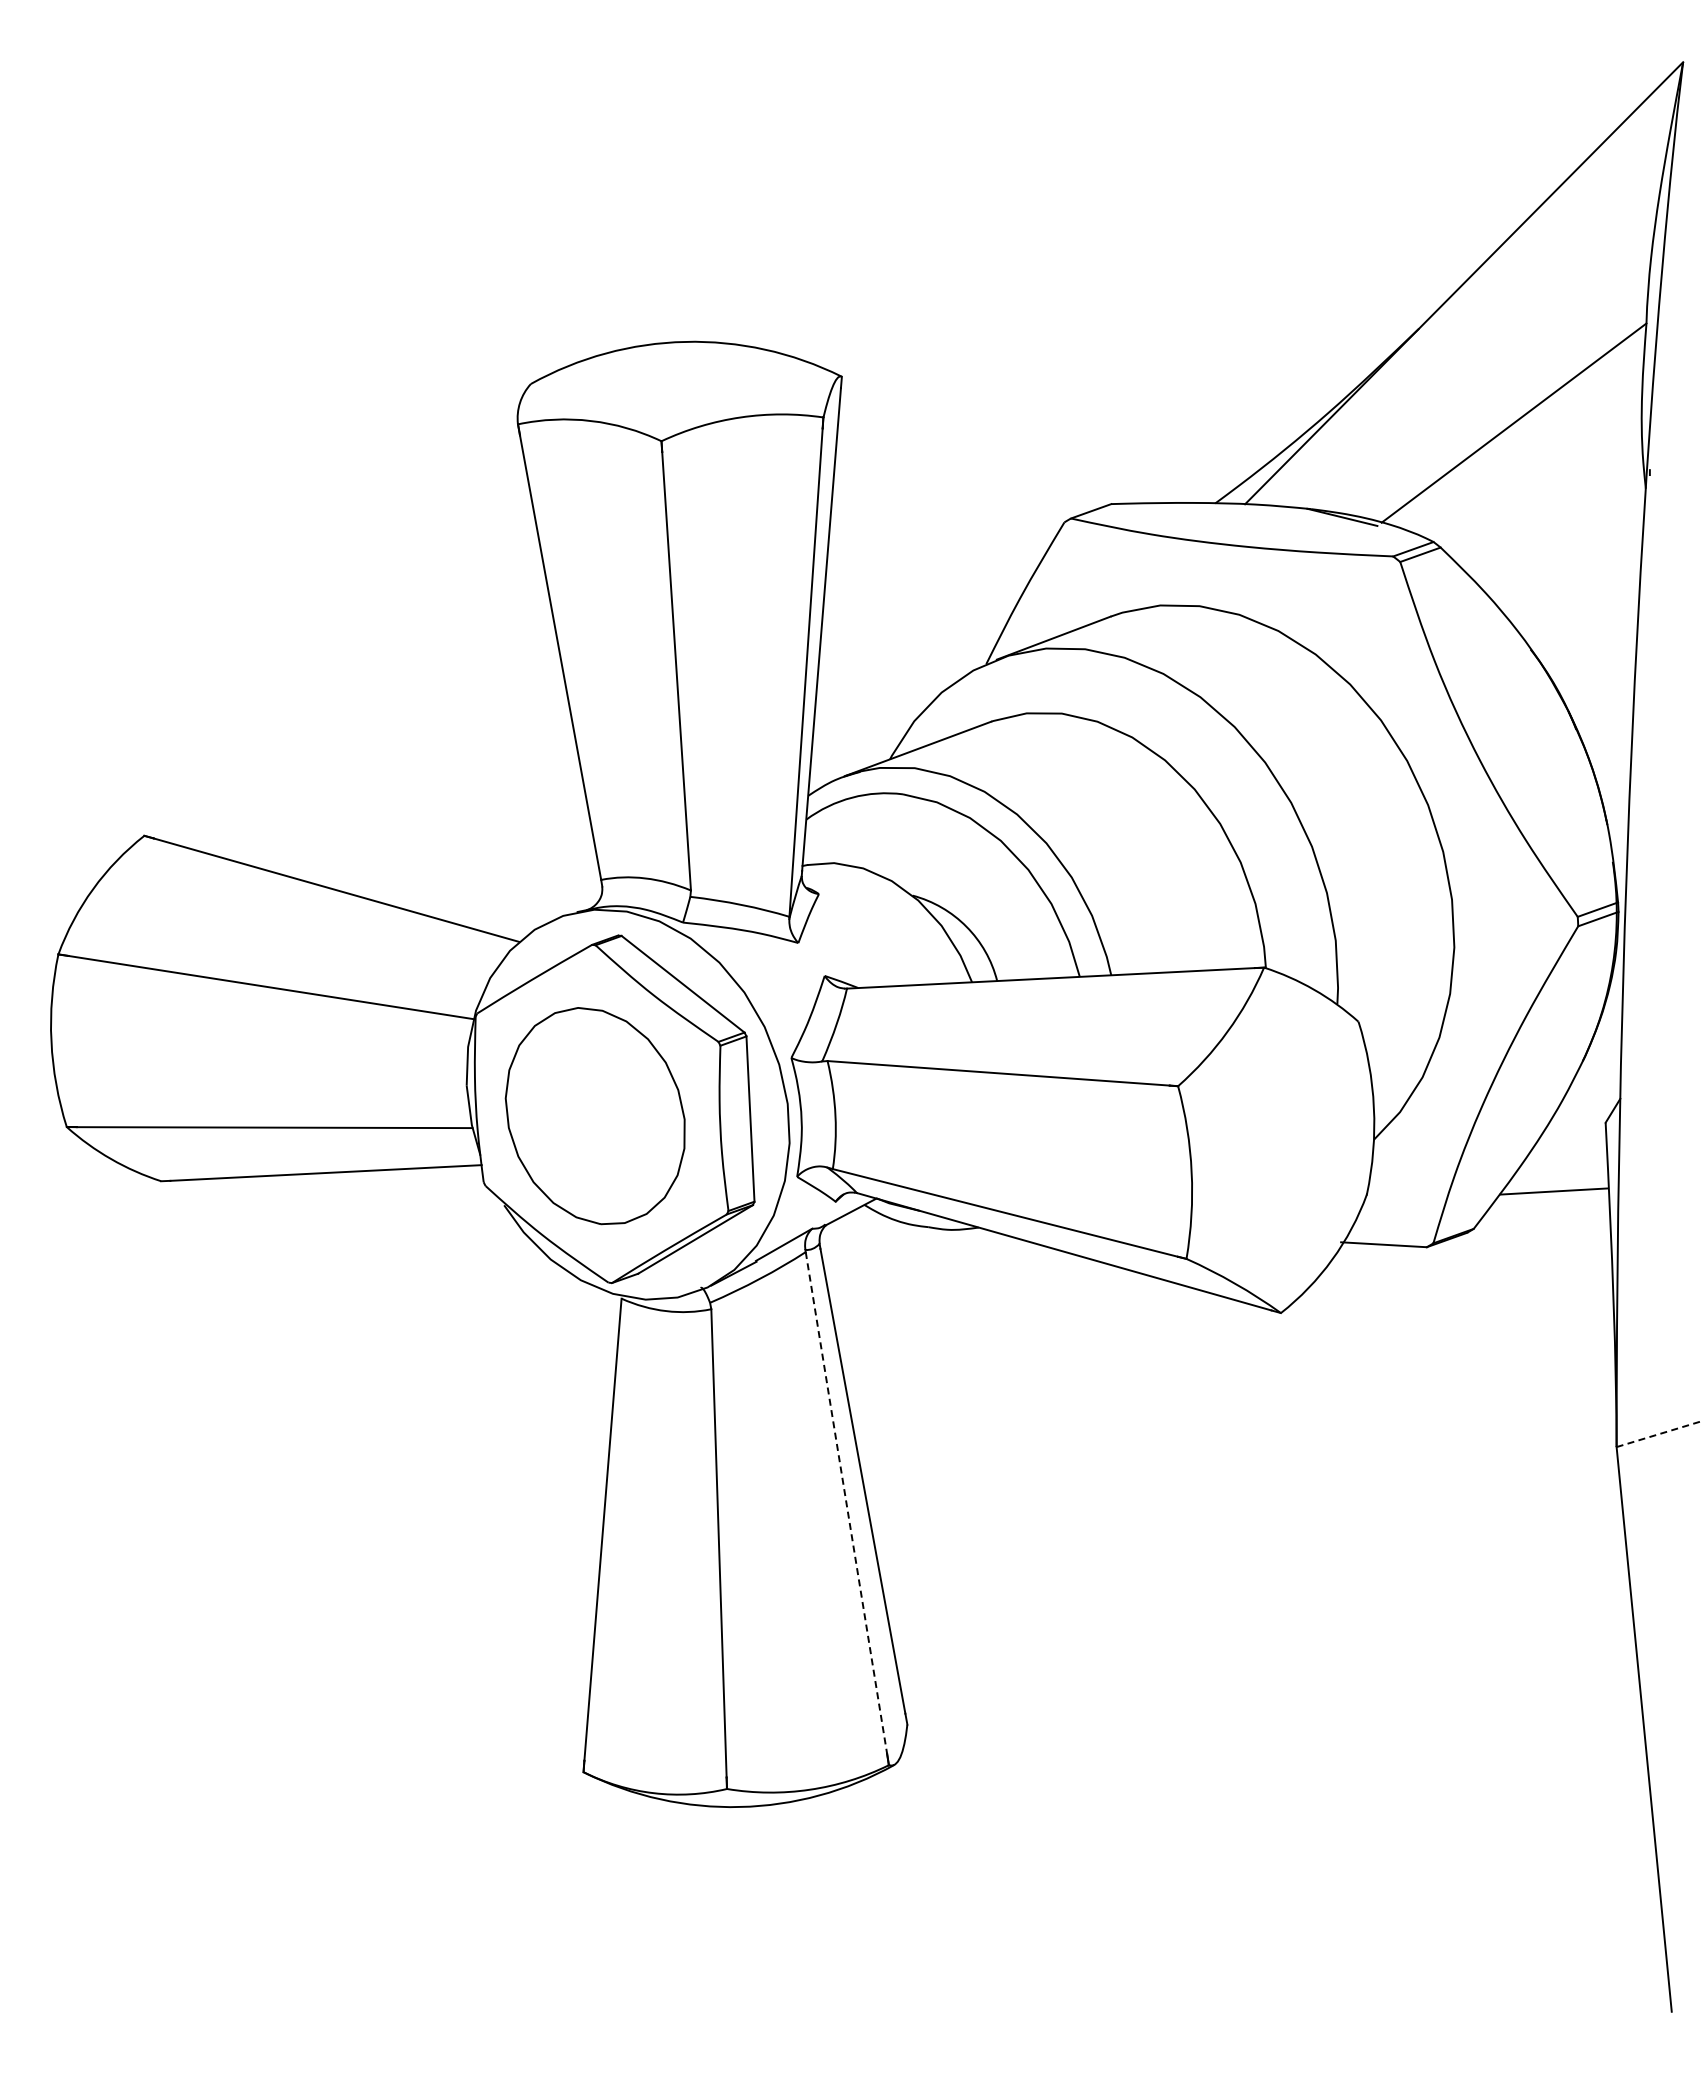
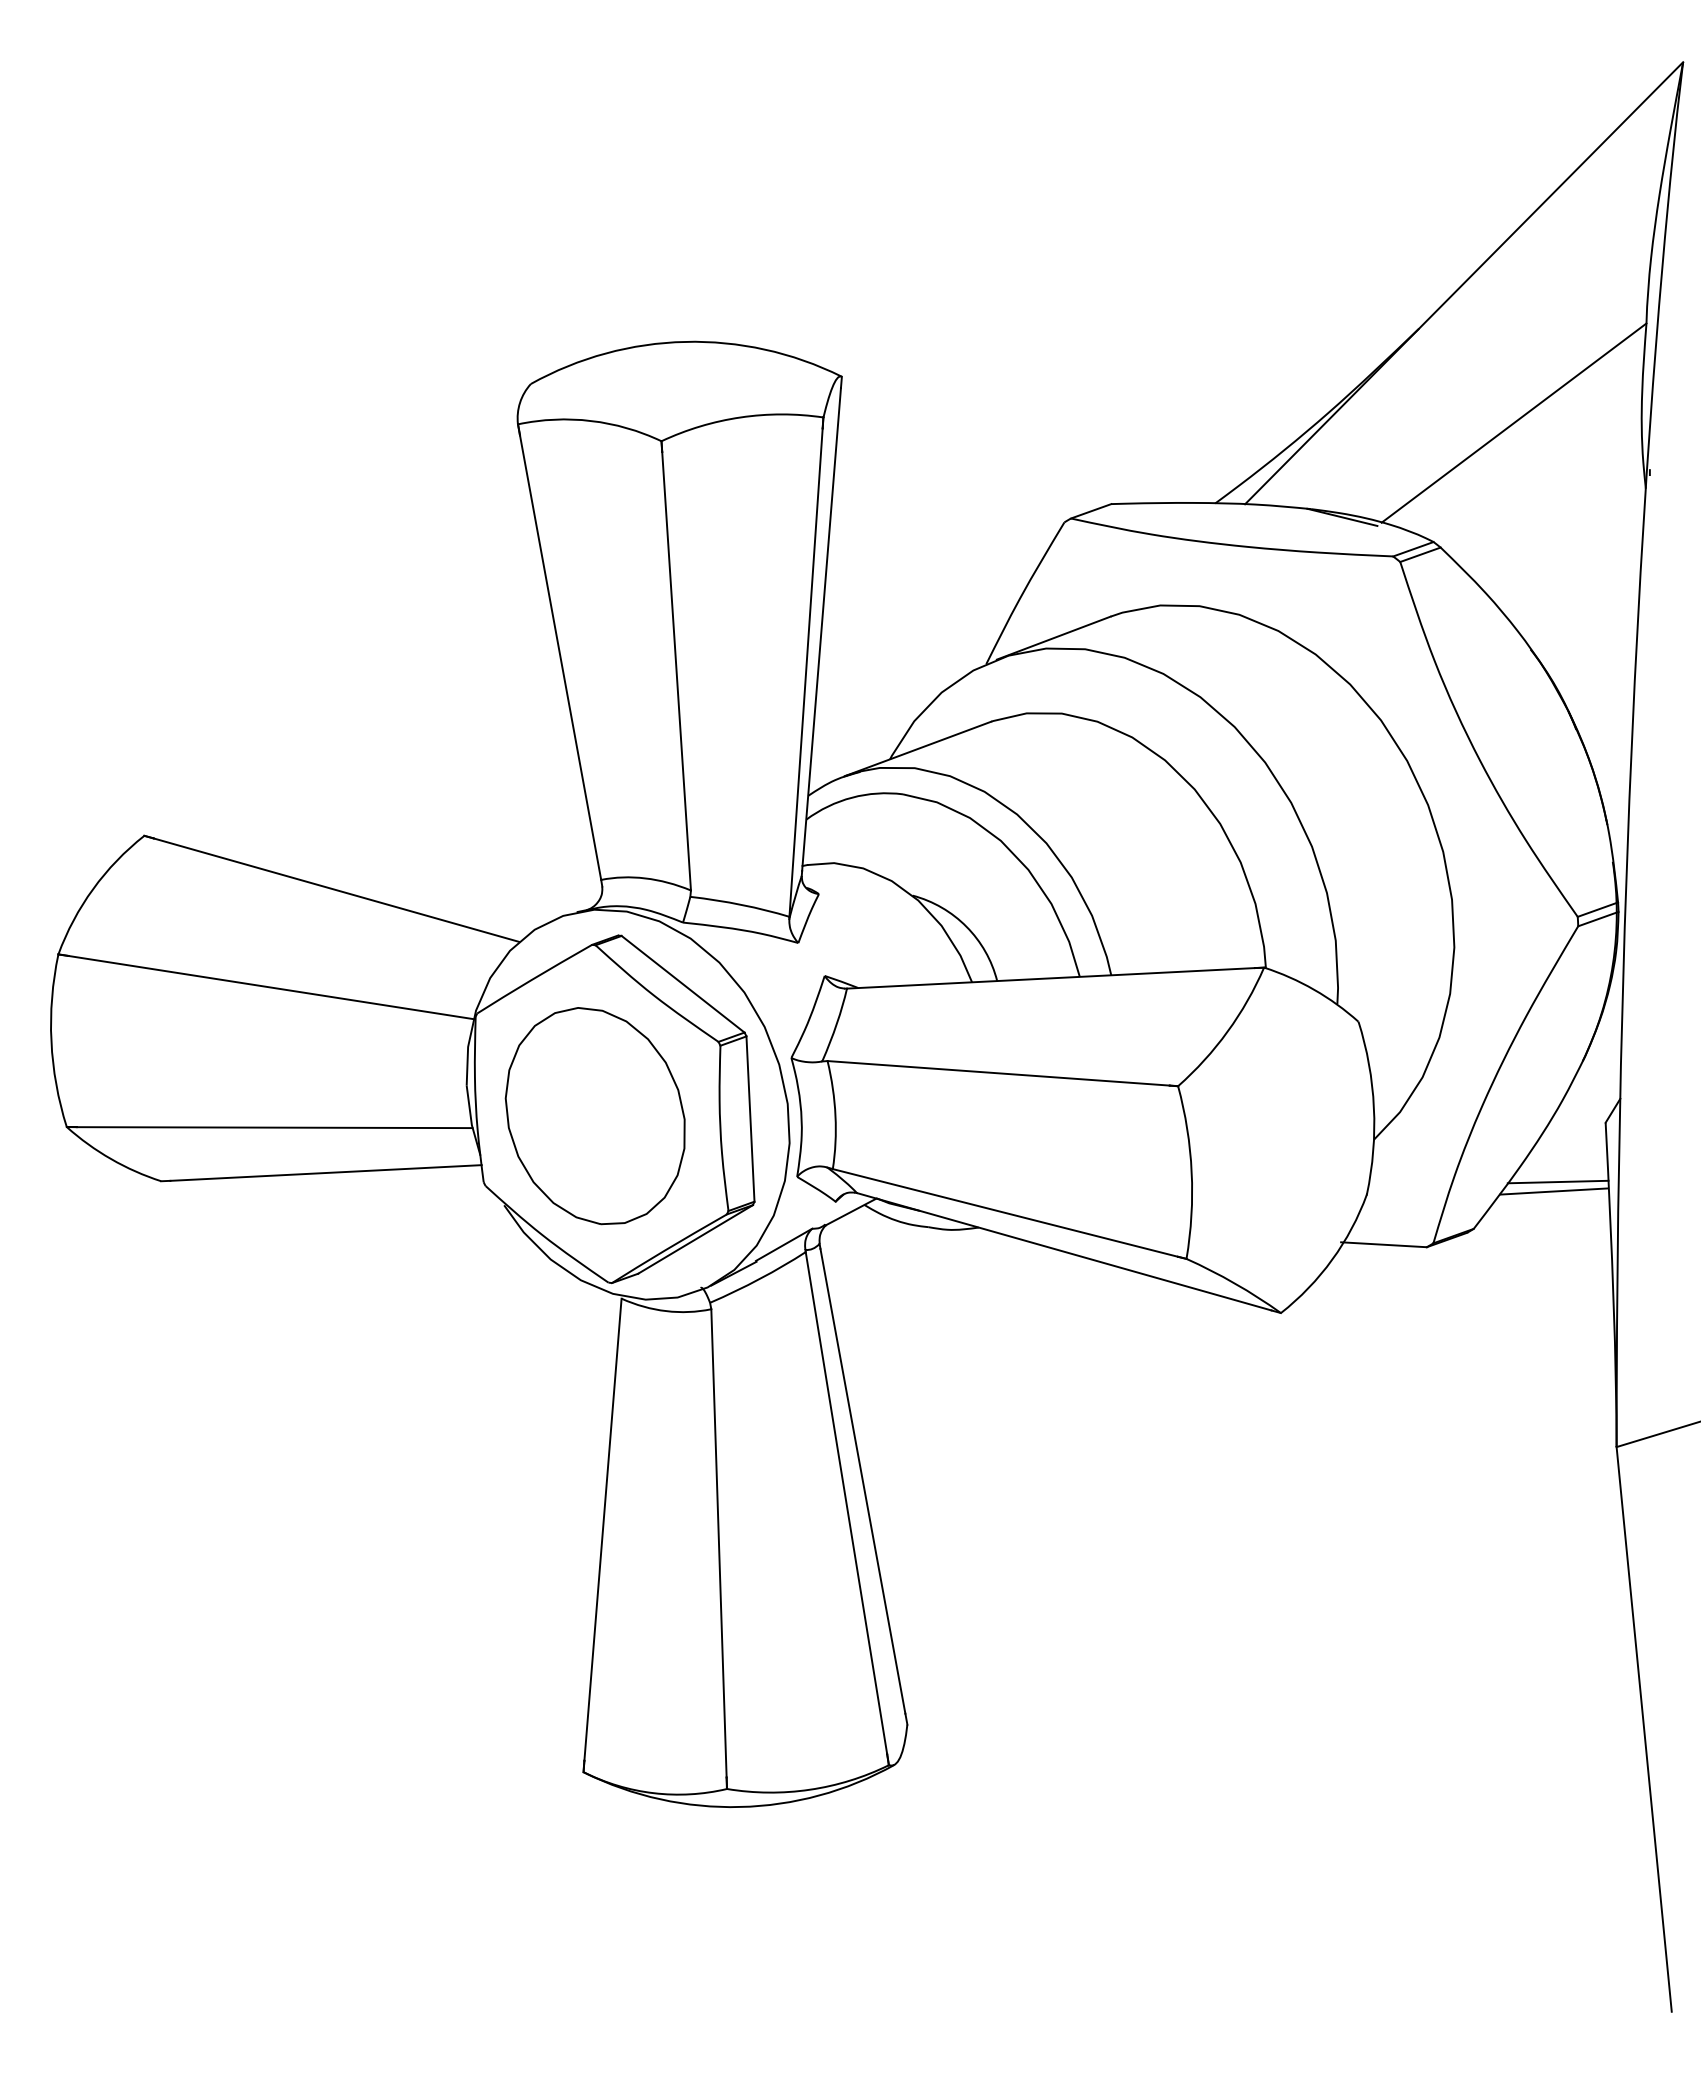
line at (1557, 1181): none -> present
line at (1658, 1434): dashed -> solid
line at (846, 1503): dashed -> solid
